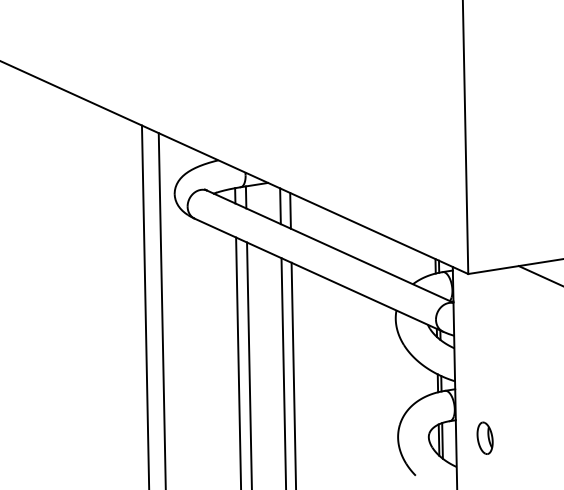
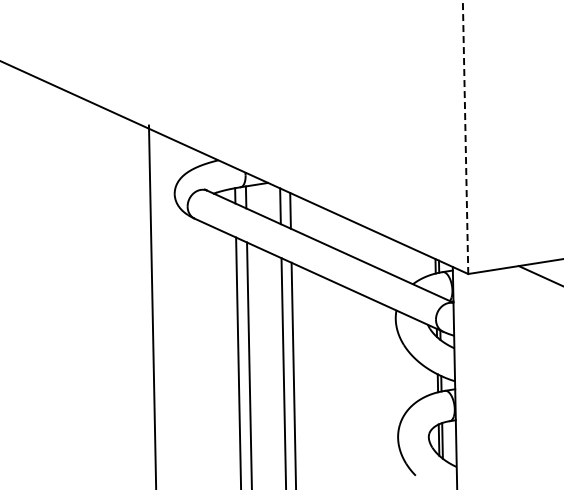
line at (465, 137): solid -> dashed
line at (145, 305) position: (145, 305) -> (152, 305)
line at (161, 309): present -> none
part at (484, 437): present -> none
